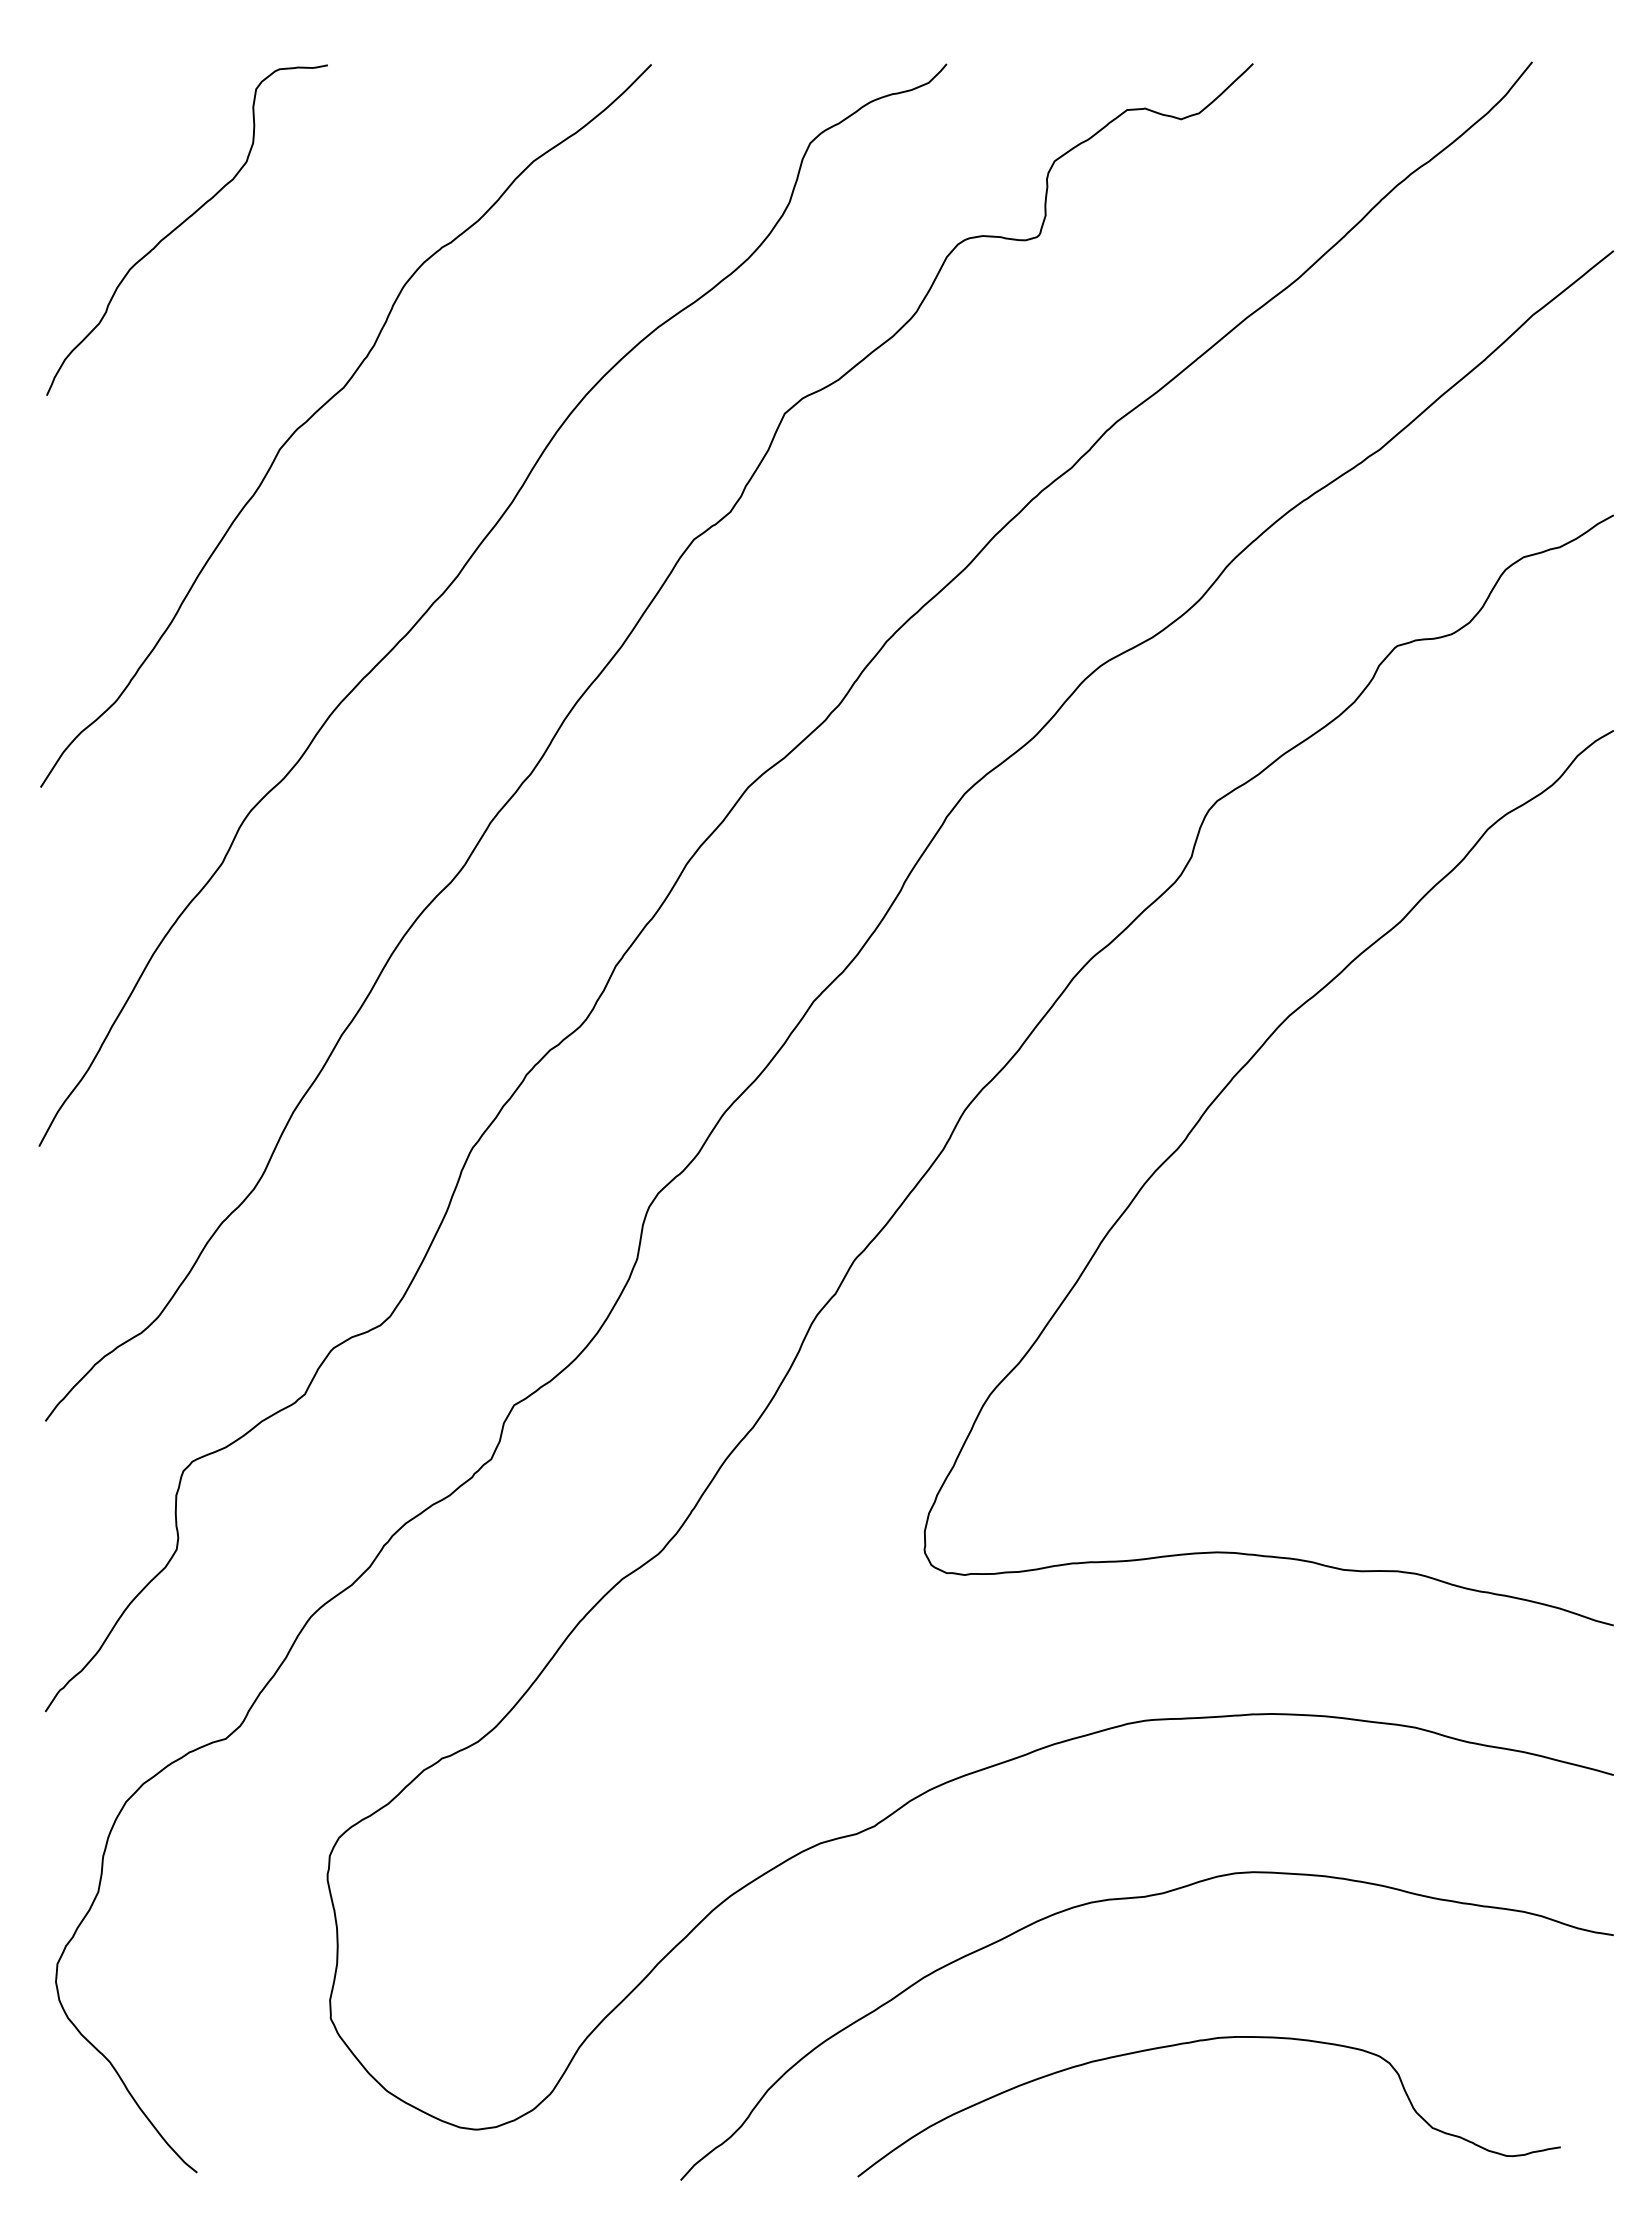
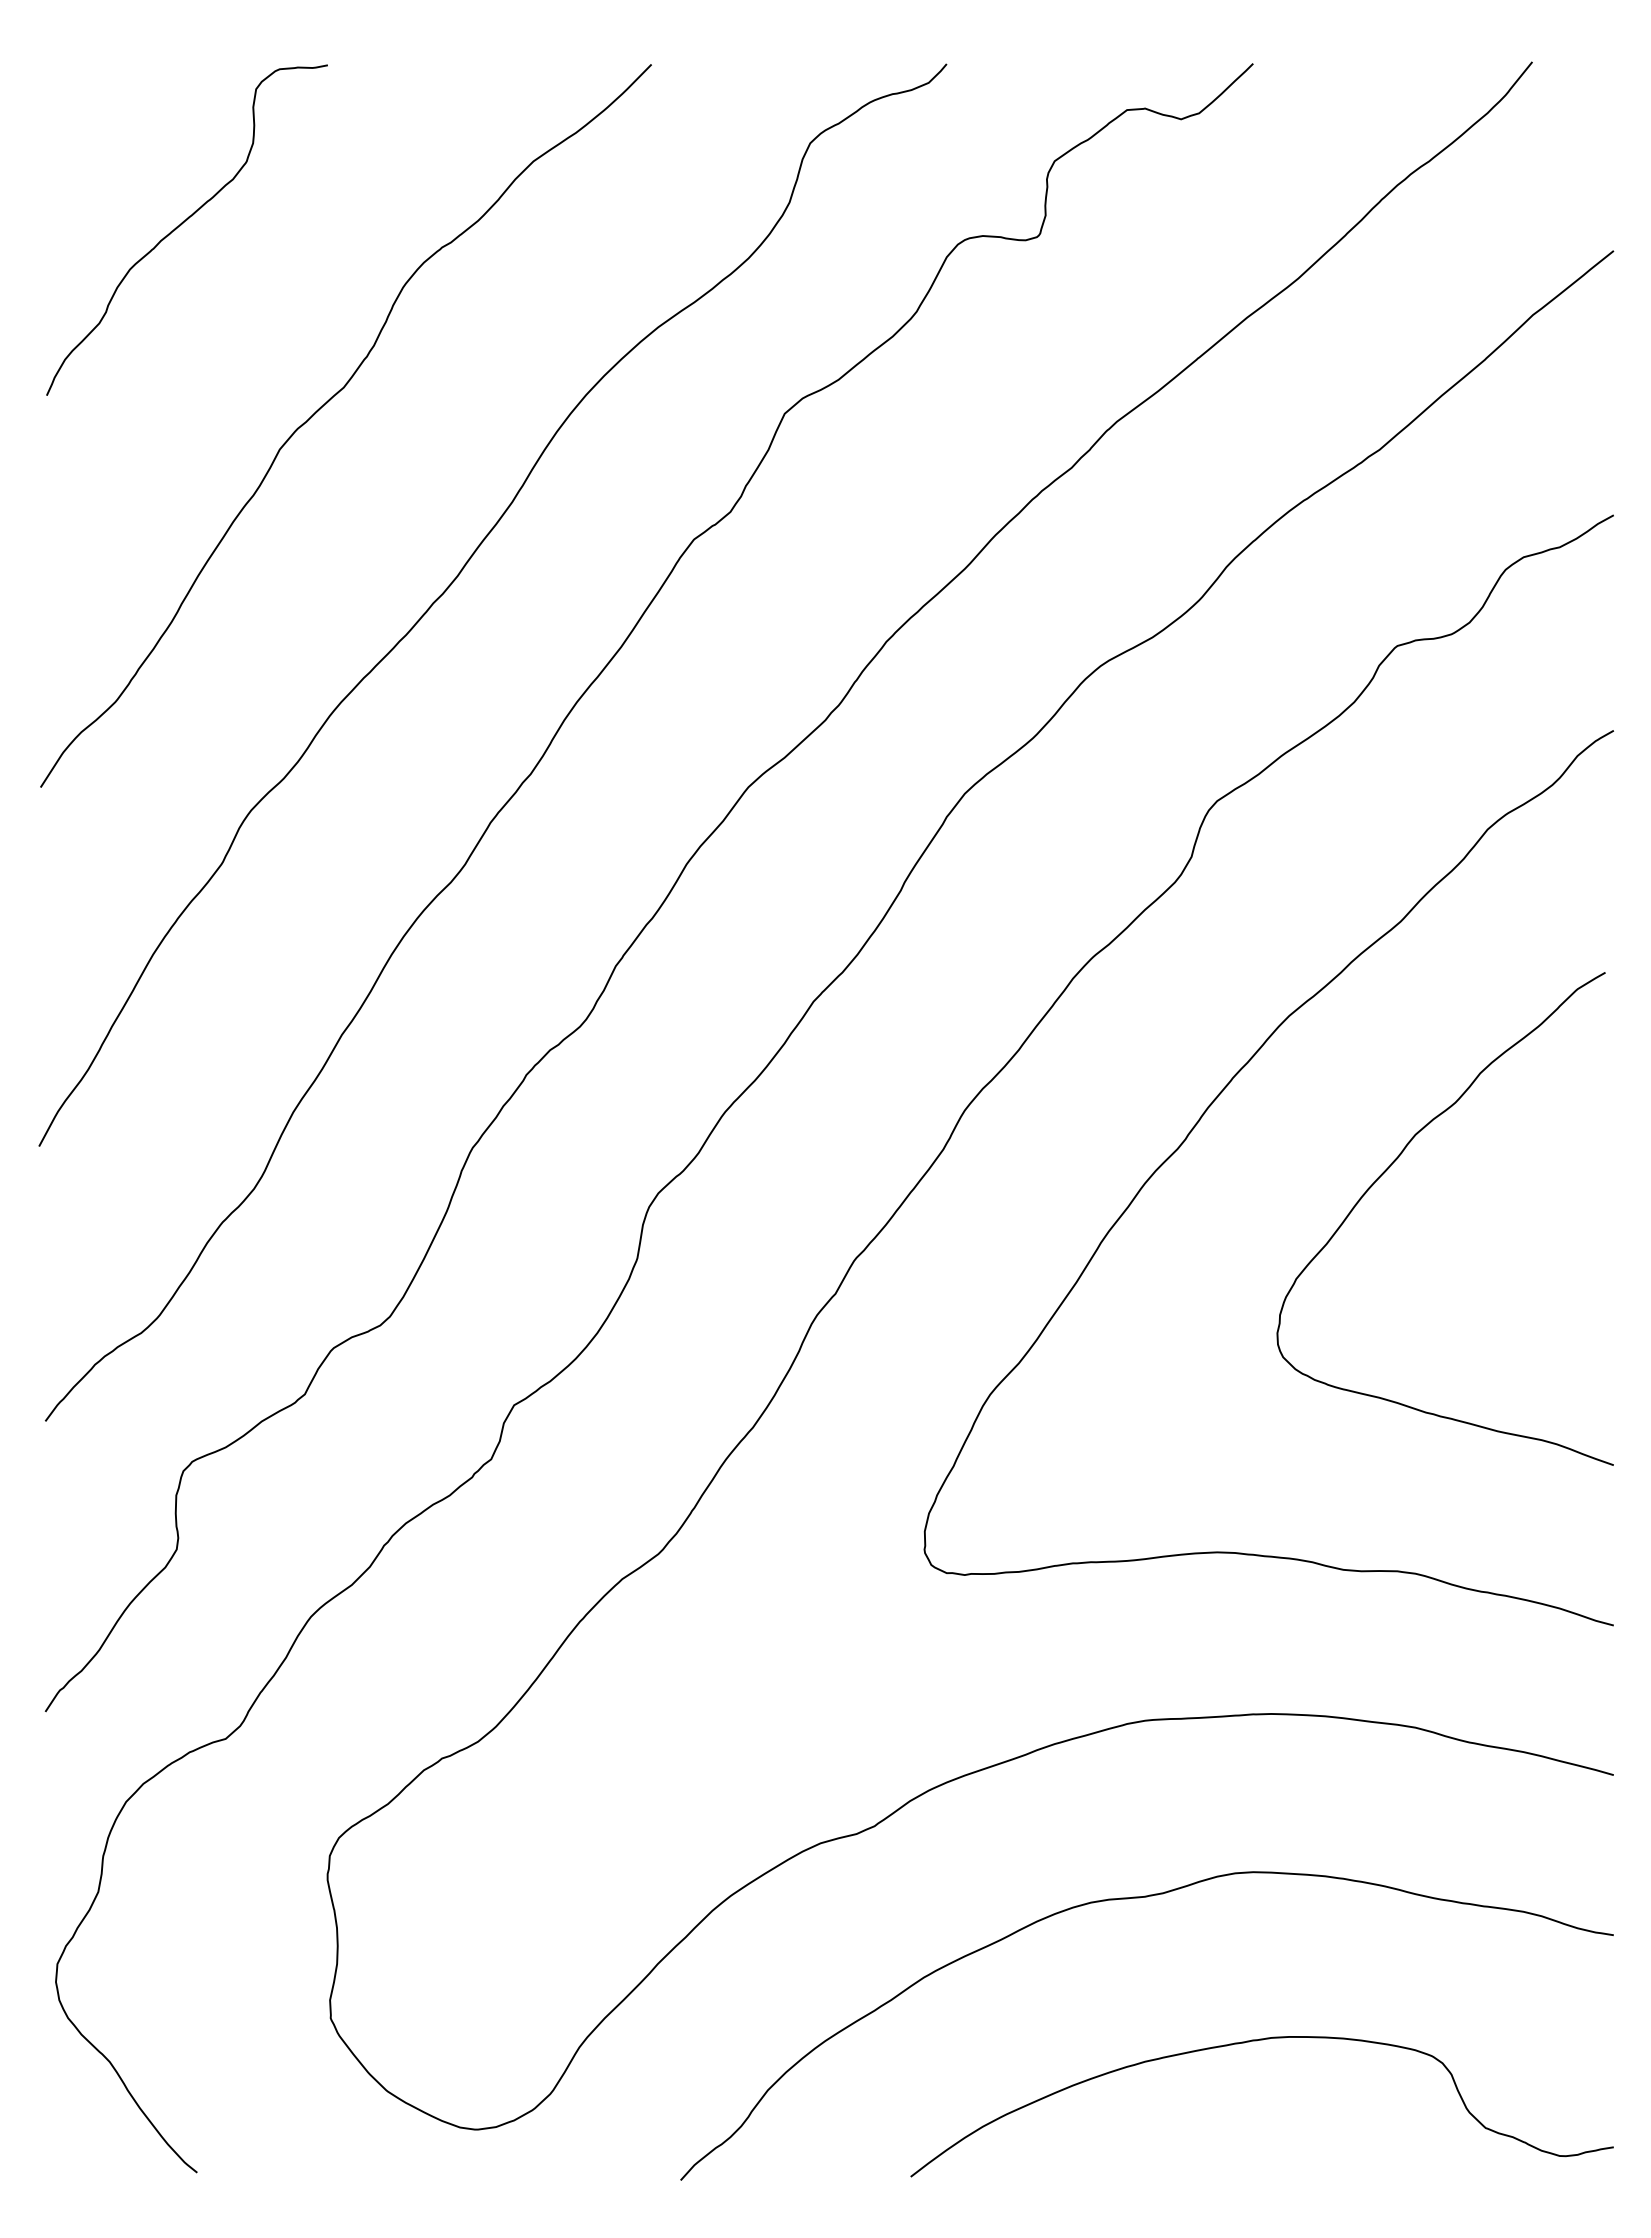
curve at (1389, 1168): none -> present
curve at (1196, 2042) position: (1196, 2042) -> (1249, 2042)
